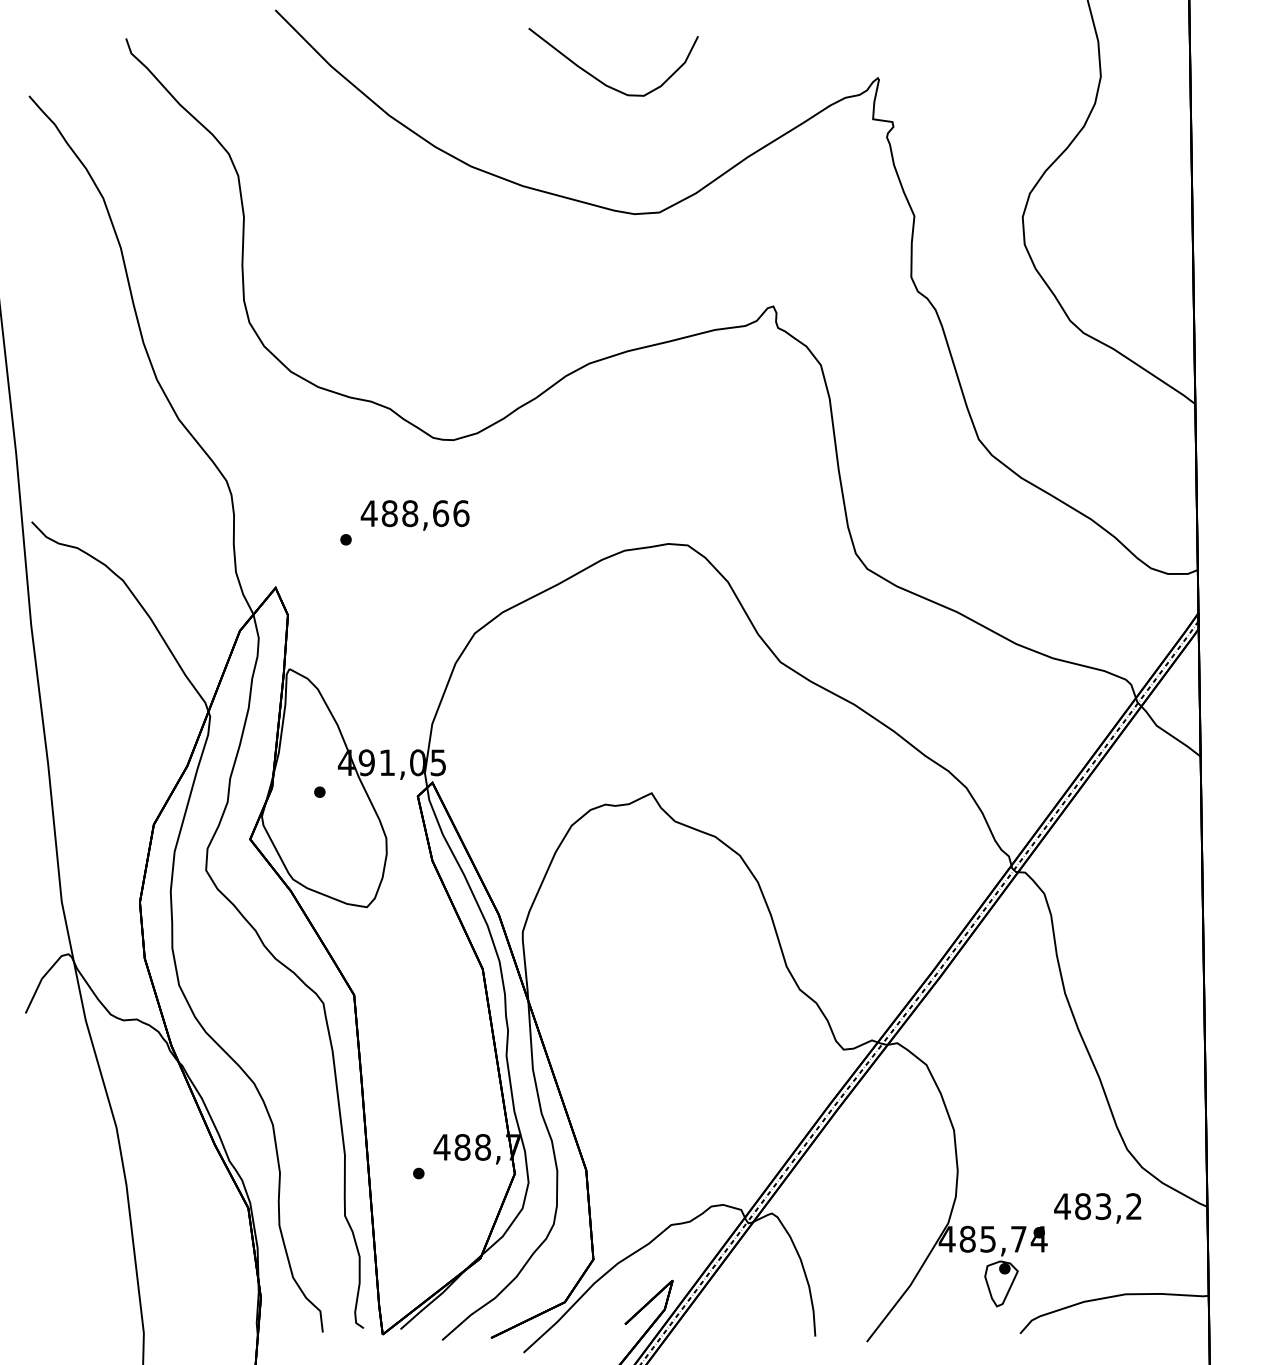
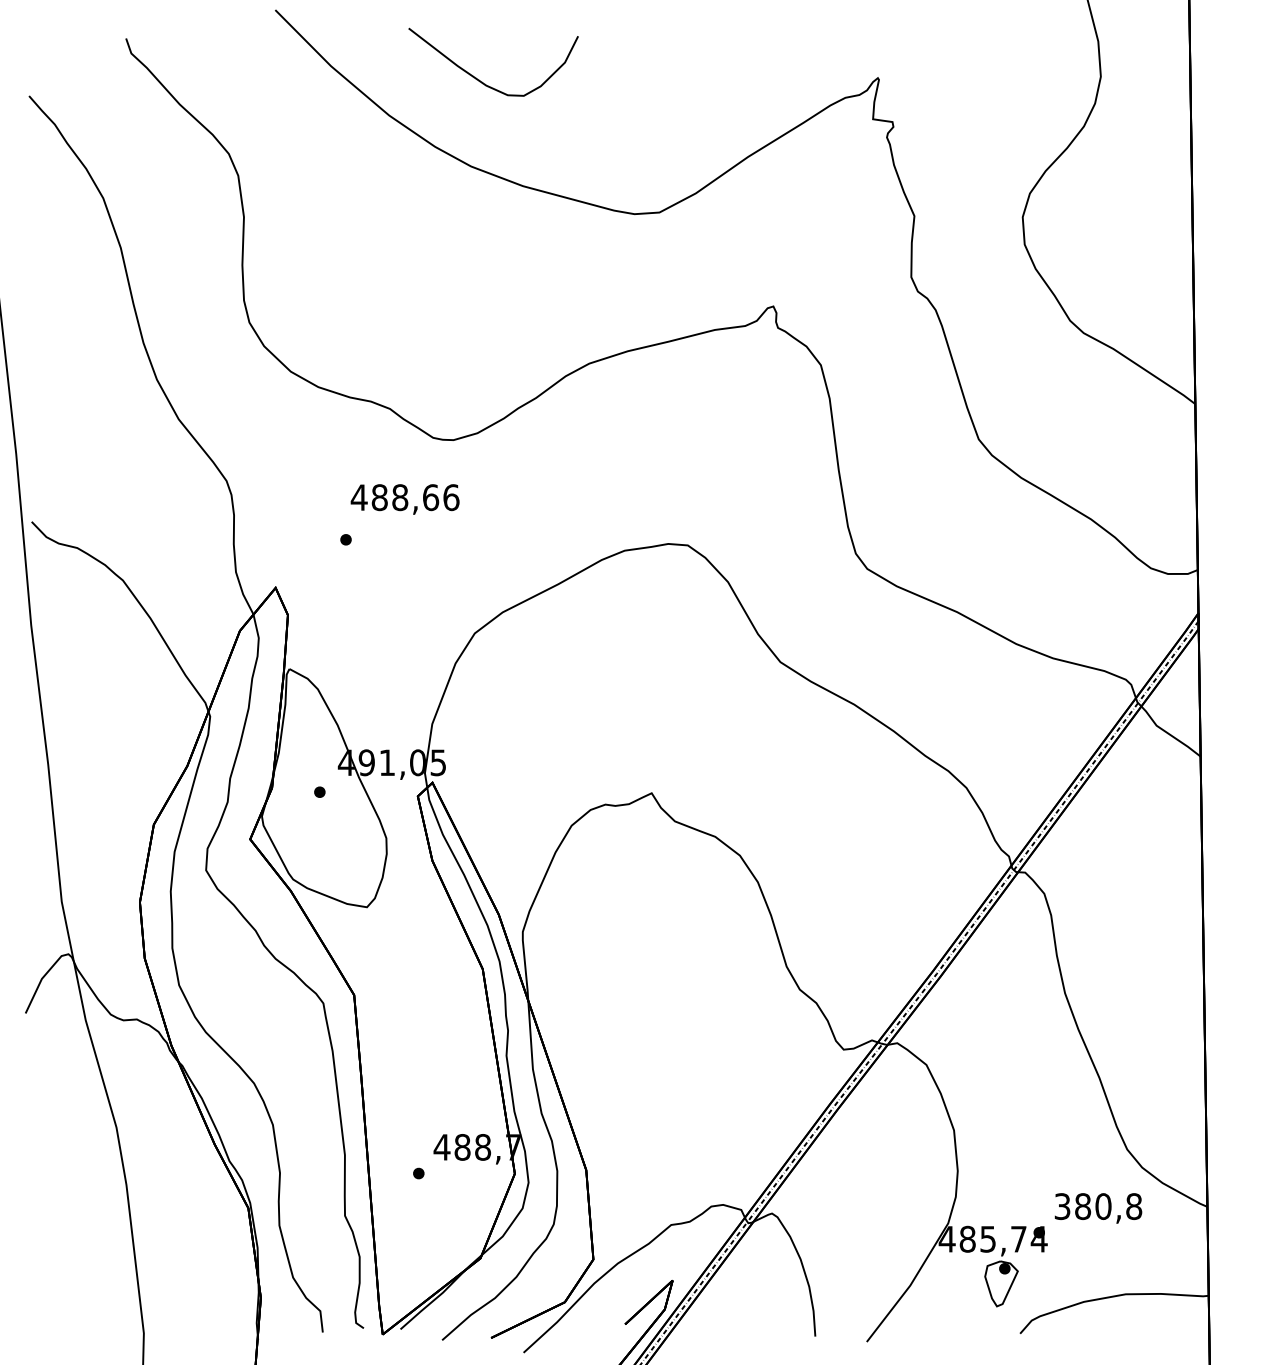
curve at (599, 79) position: (599, 79) -> (479, 79)
text at (414, 515) position: (414, 515) -> (404, 499)
text at (1098, 1206): 483,2 -> 380,8
